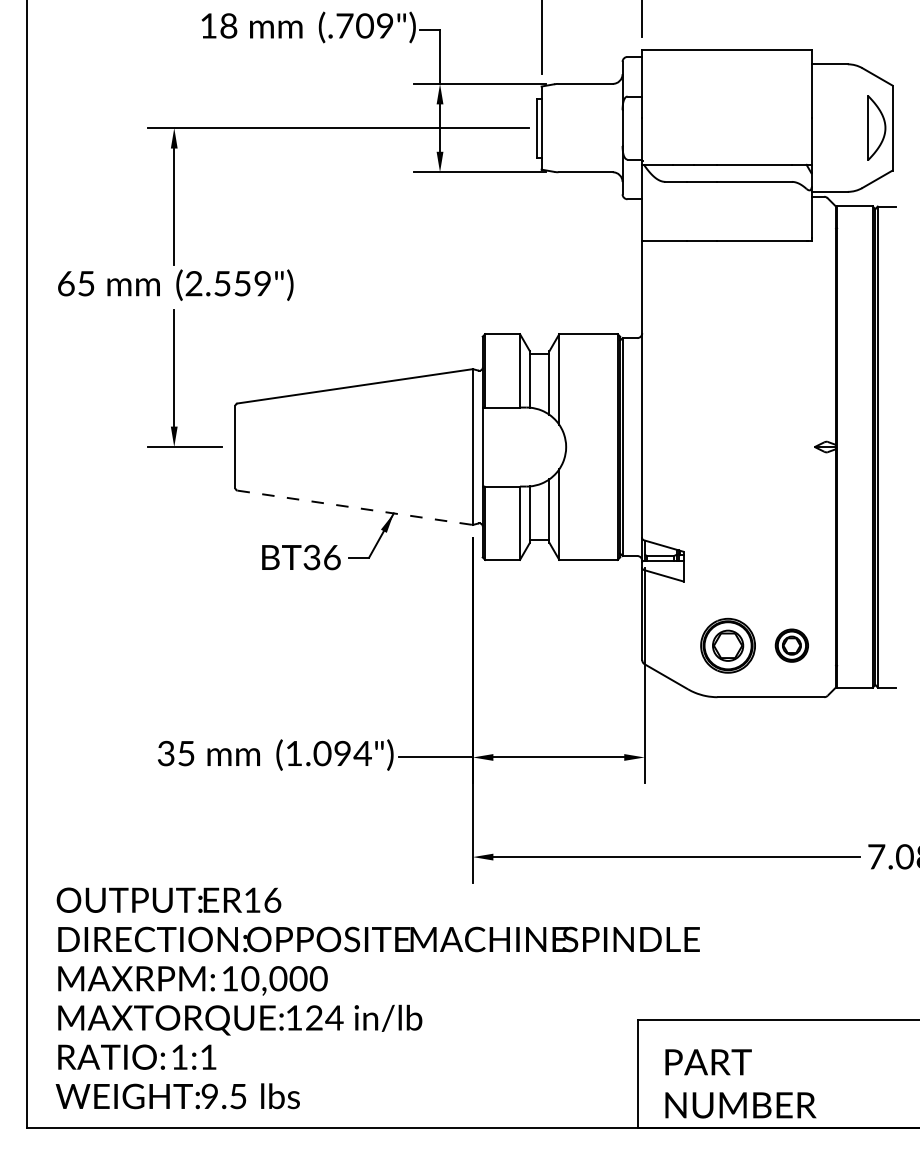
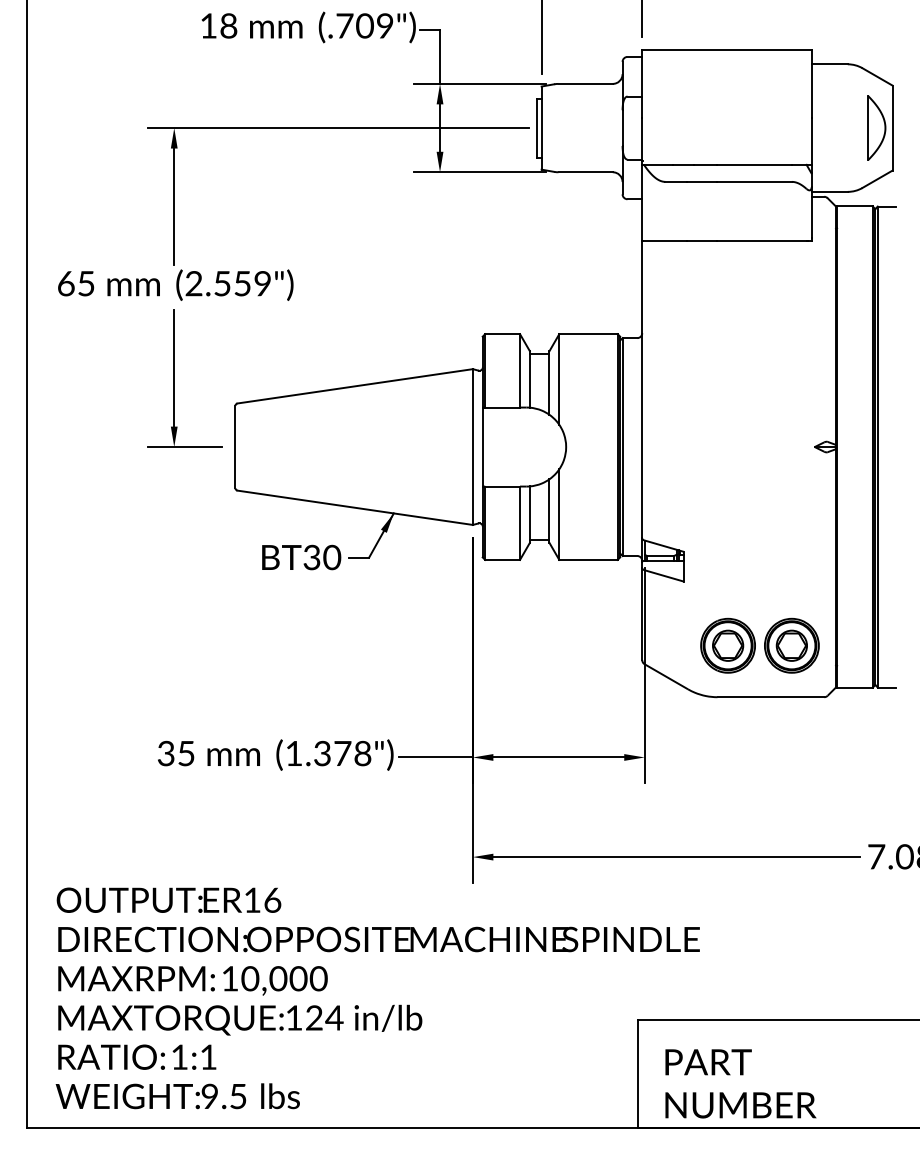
line at (355, 507): dashed -> solid
text at (332, 556): BT36 -> BT30
part at (791, 645) size: 35x35 px -> 56x57 px
text at (342, 753): (1.094") -> (1.378")
